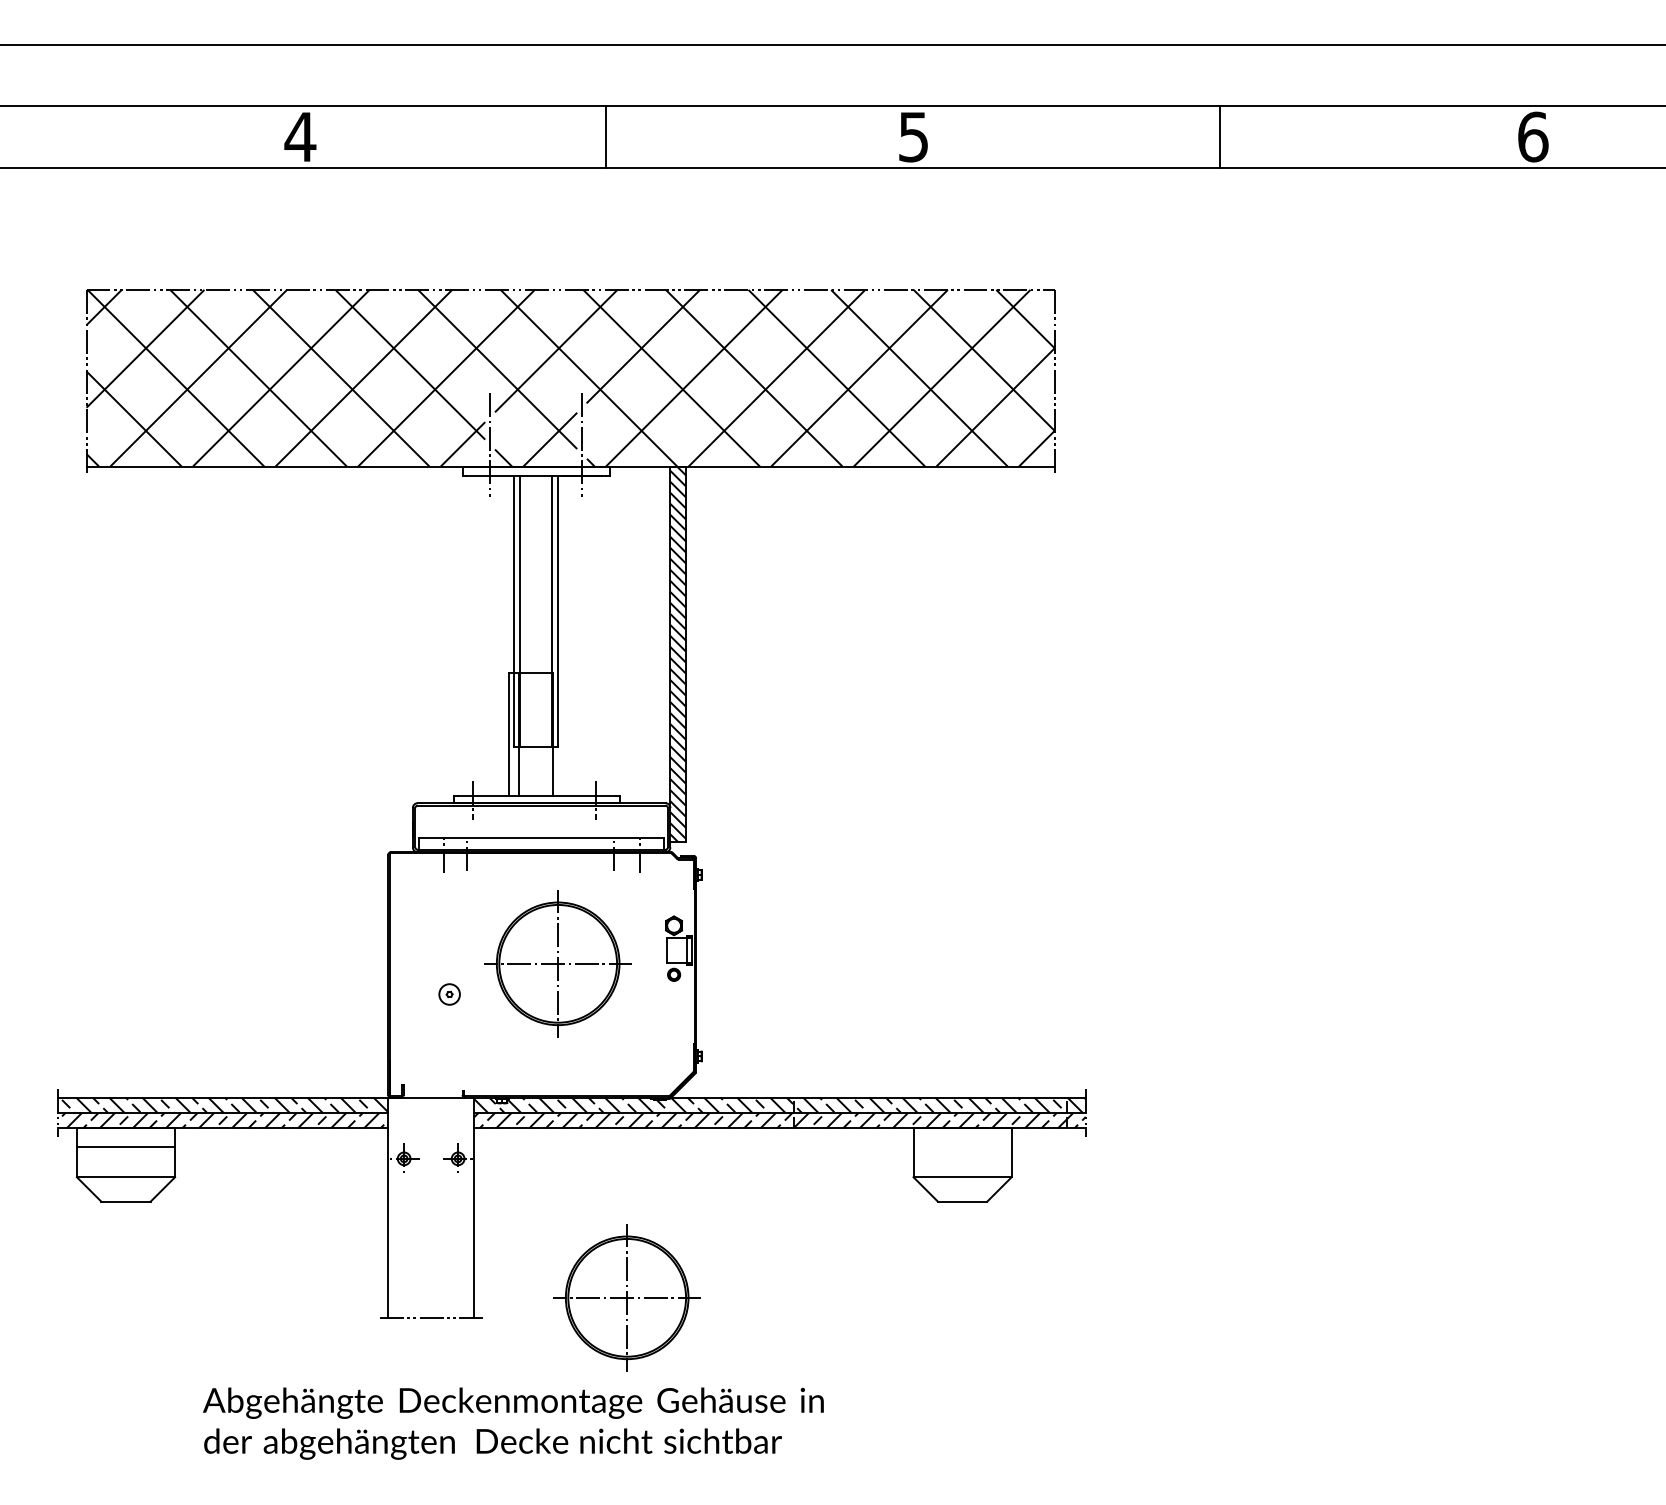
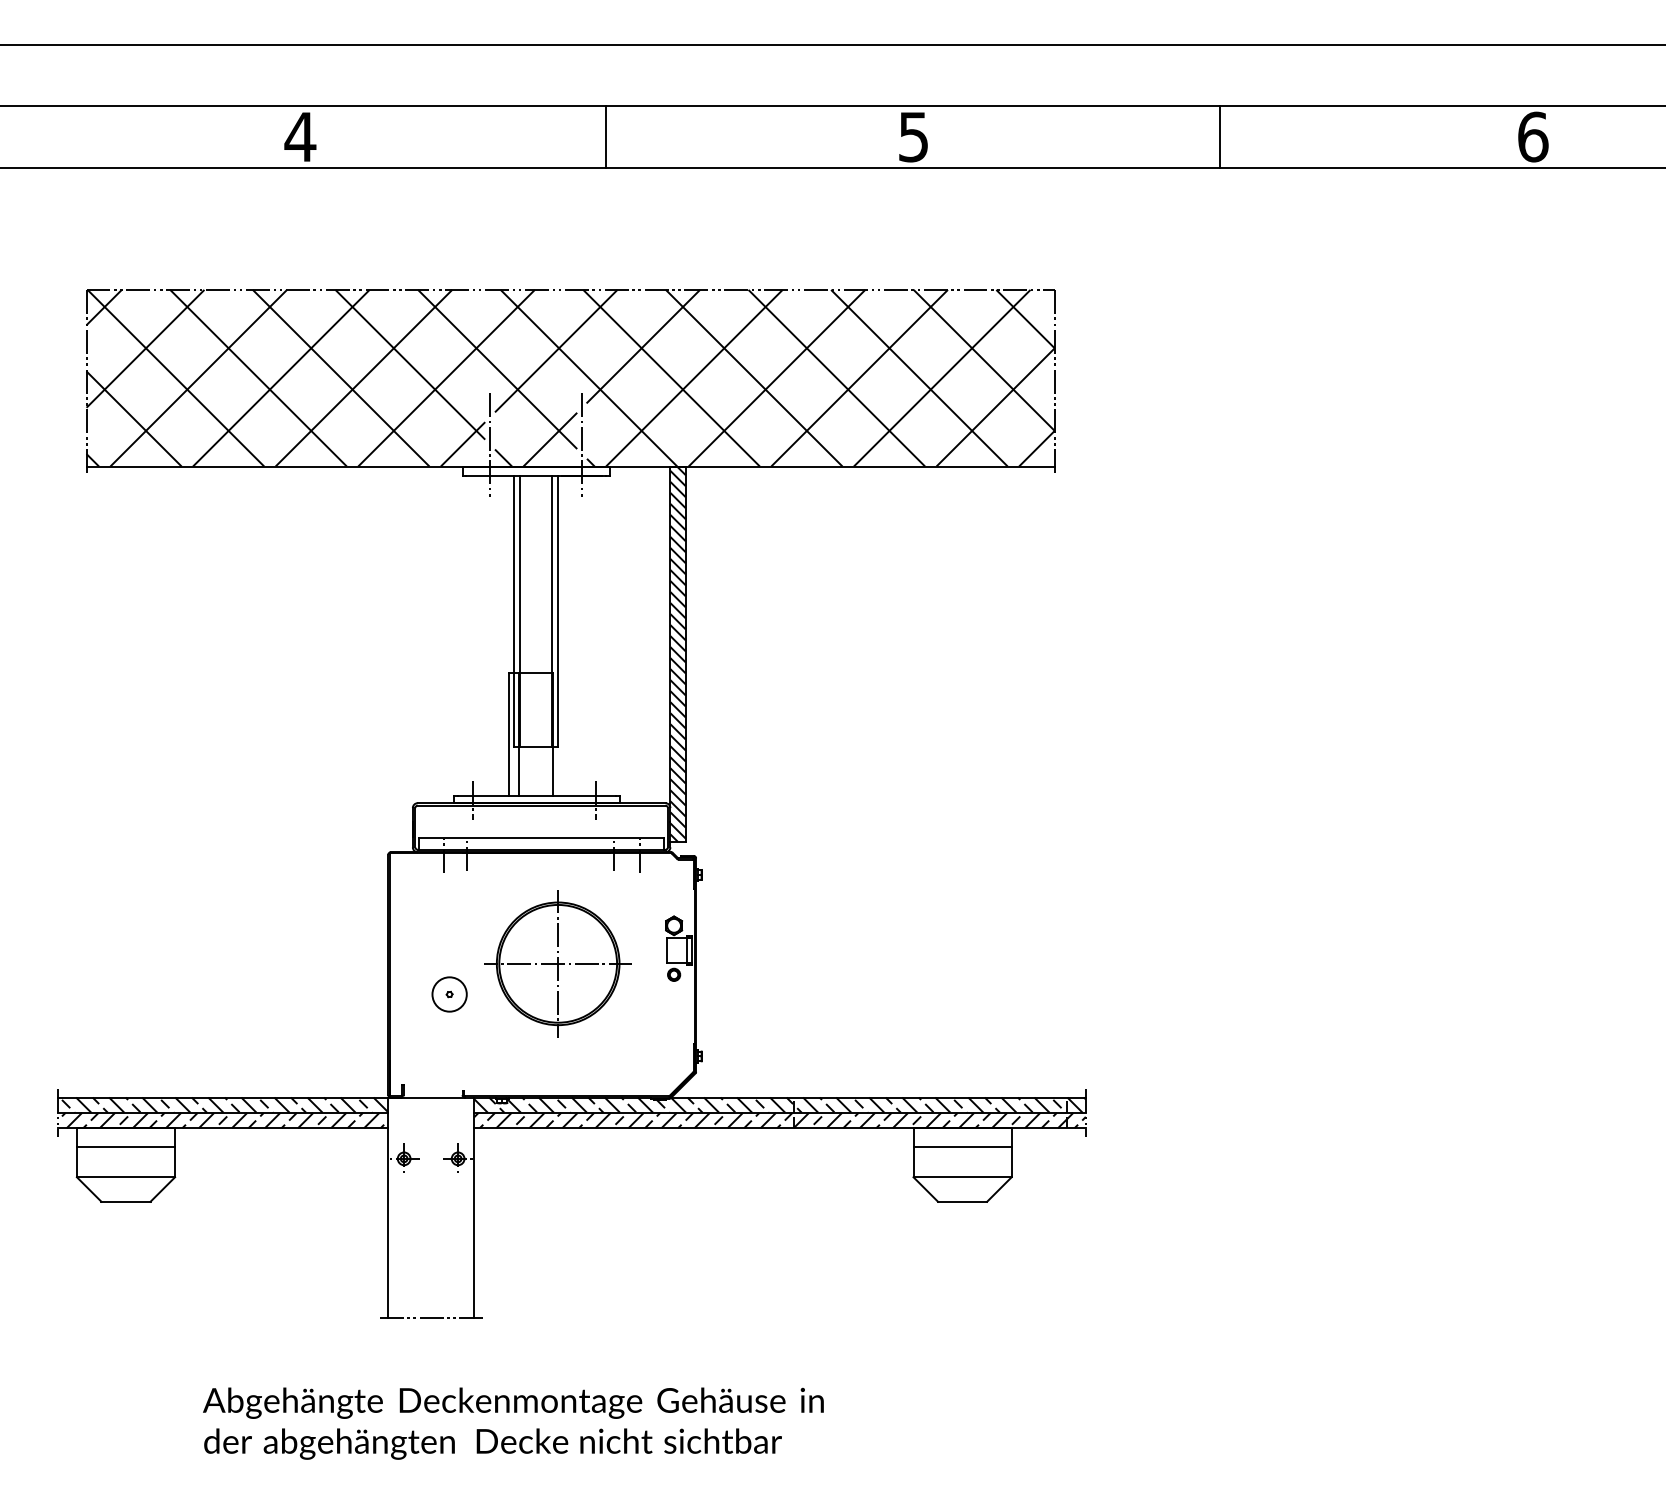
circle at (449, 994) diameter: 21 px -> 34 px
line at (962, 1146): none -> present
part at (626, 1297): present -> none
